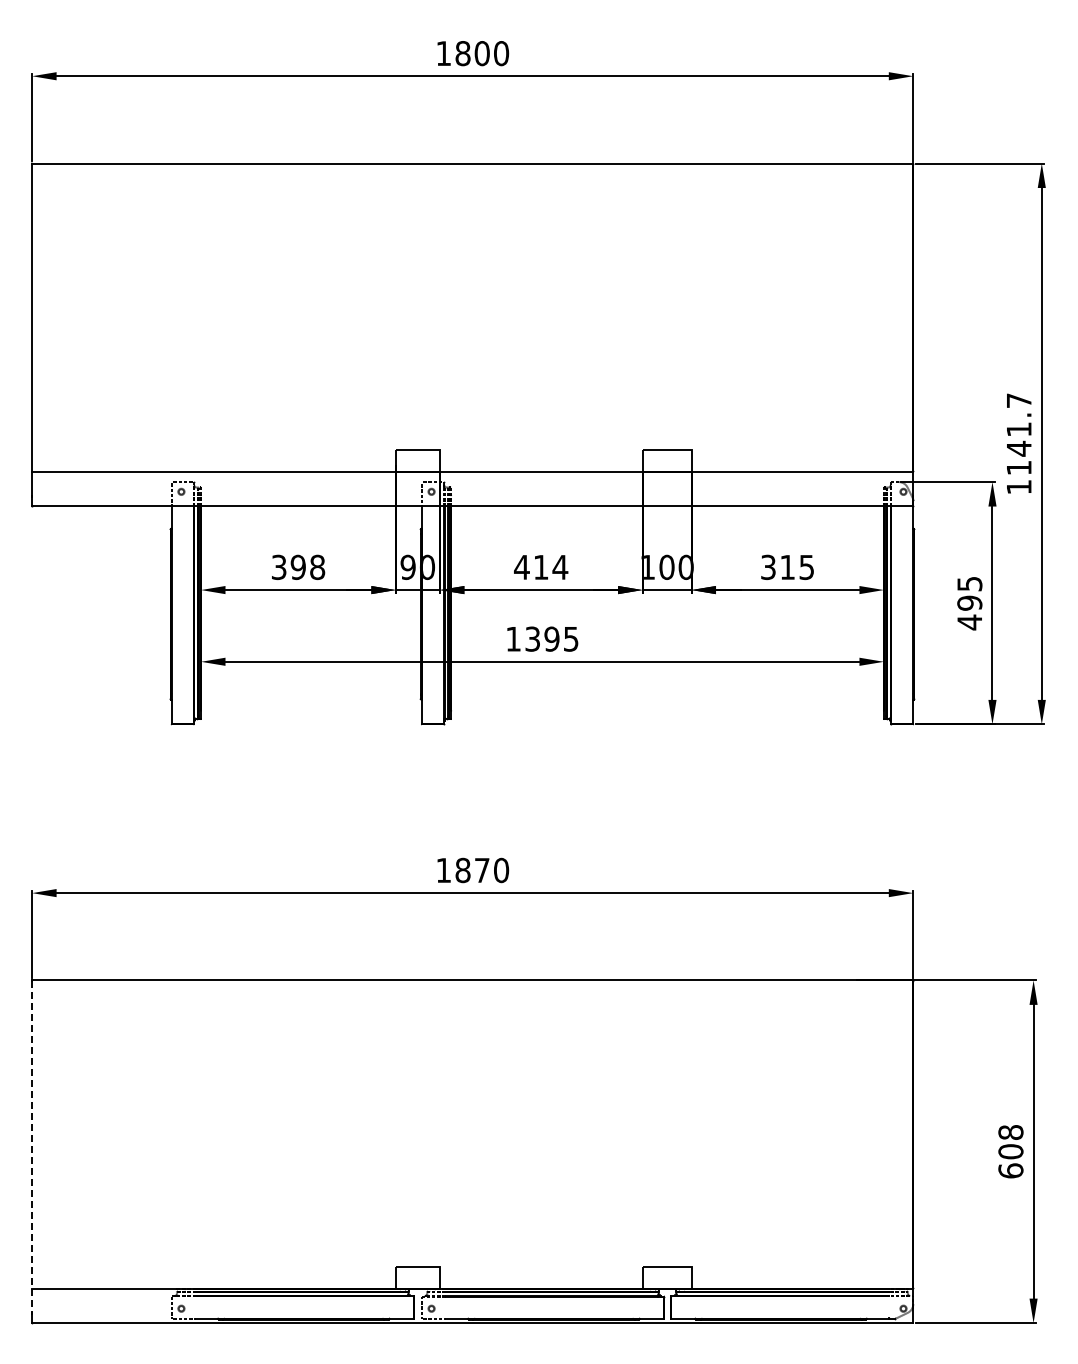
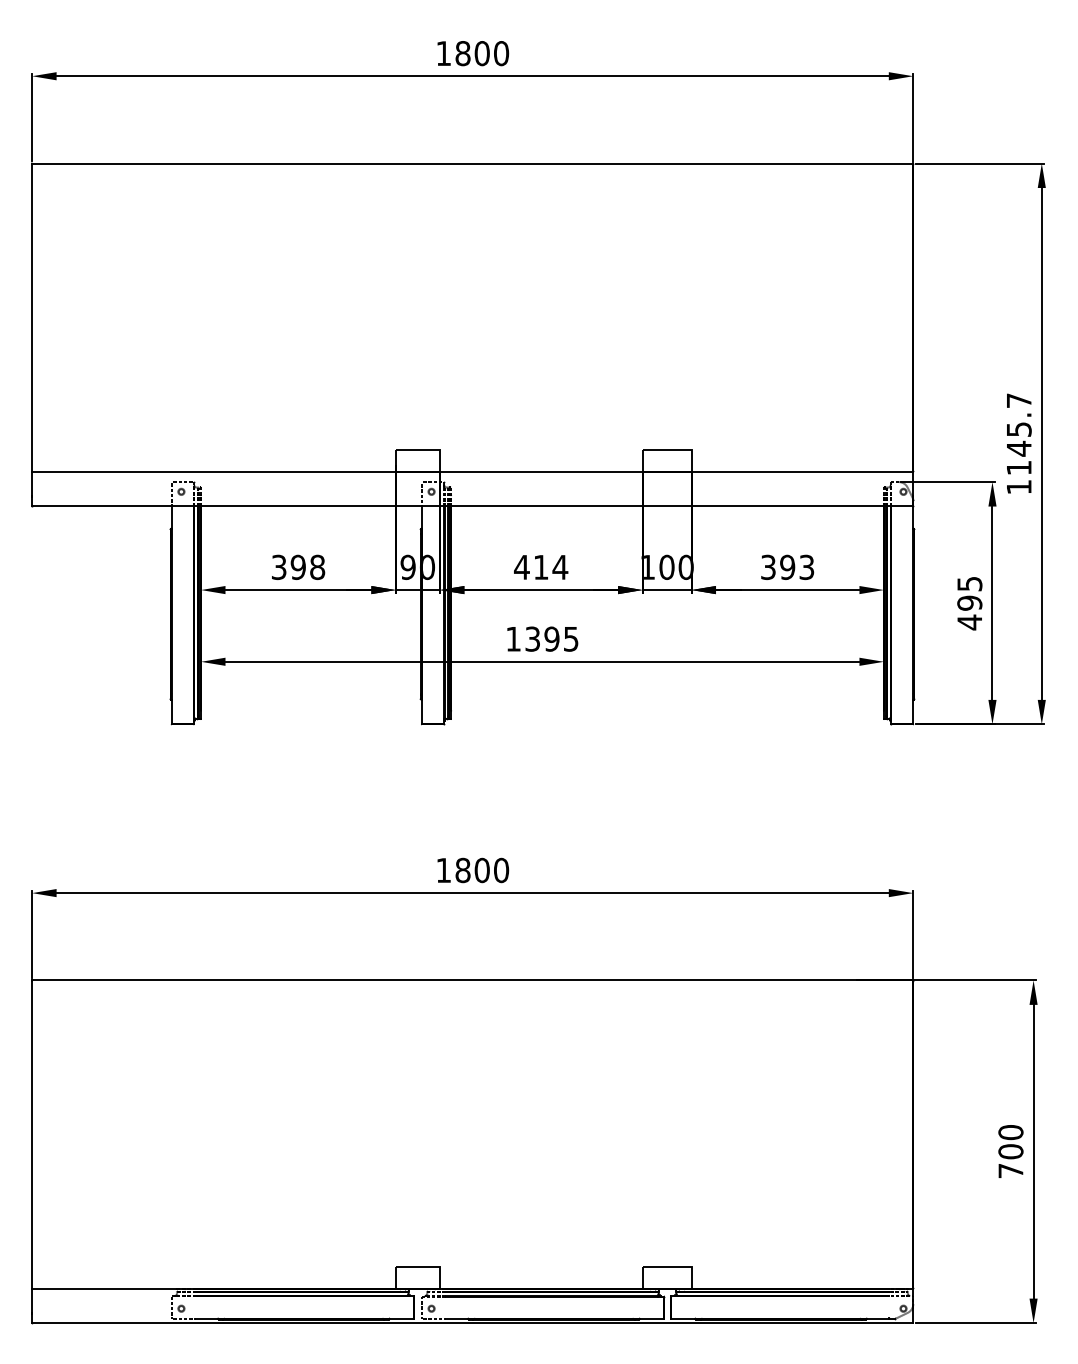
text at (1019, 429): 1141.7 -> 1145.7
text at (797, 566): 315 -> 393
text at (481, 870): 1870 -> 1800
line at (32, 1147): dashed -> solid
text at (1010, 1151): 608 -> 700
